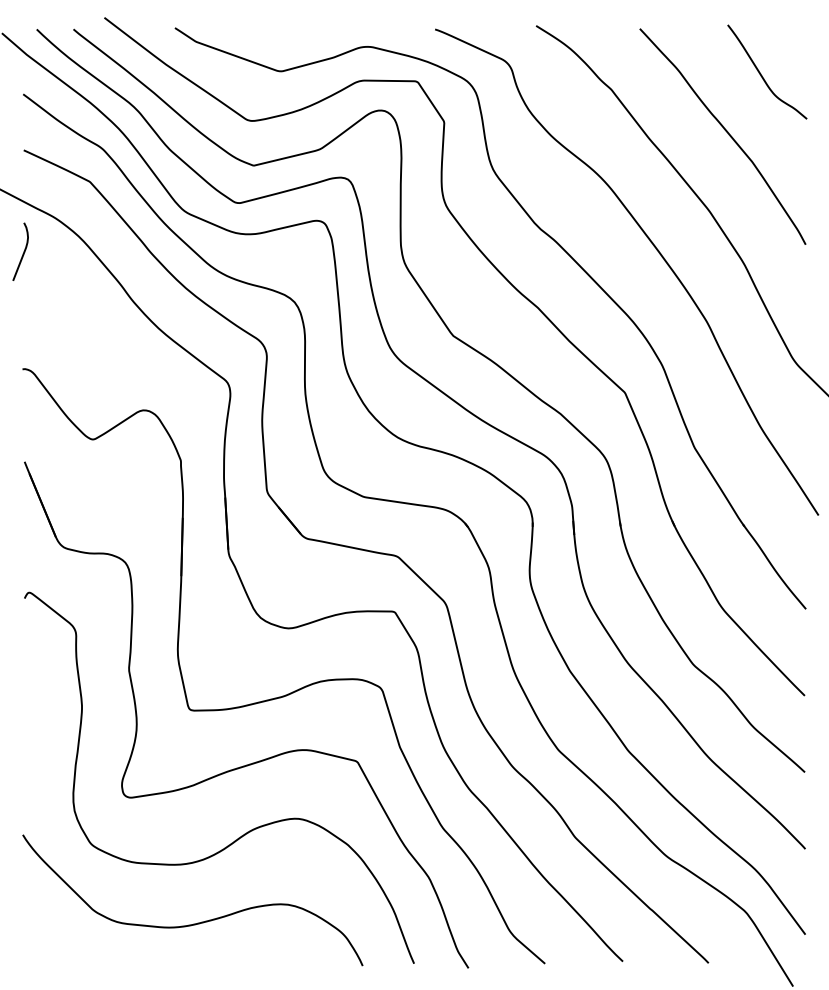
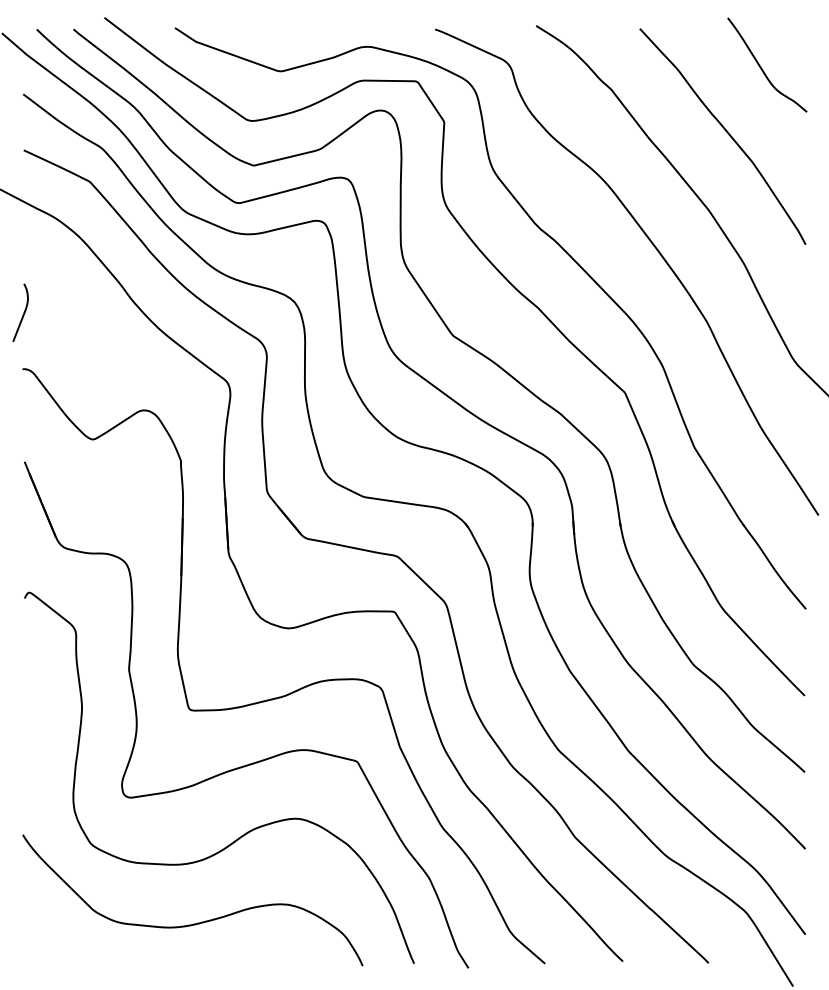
curve at (761, 73) position: (761, 73) -> (761, 66)
curve at (22, 253) position: (22, 253) -> (22, 314)
